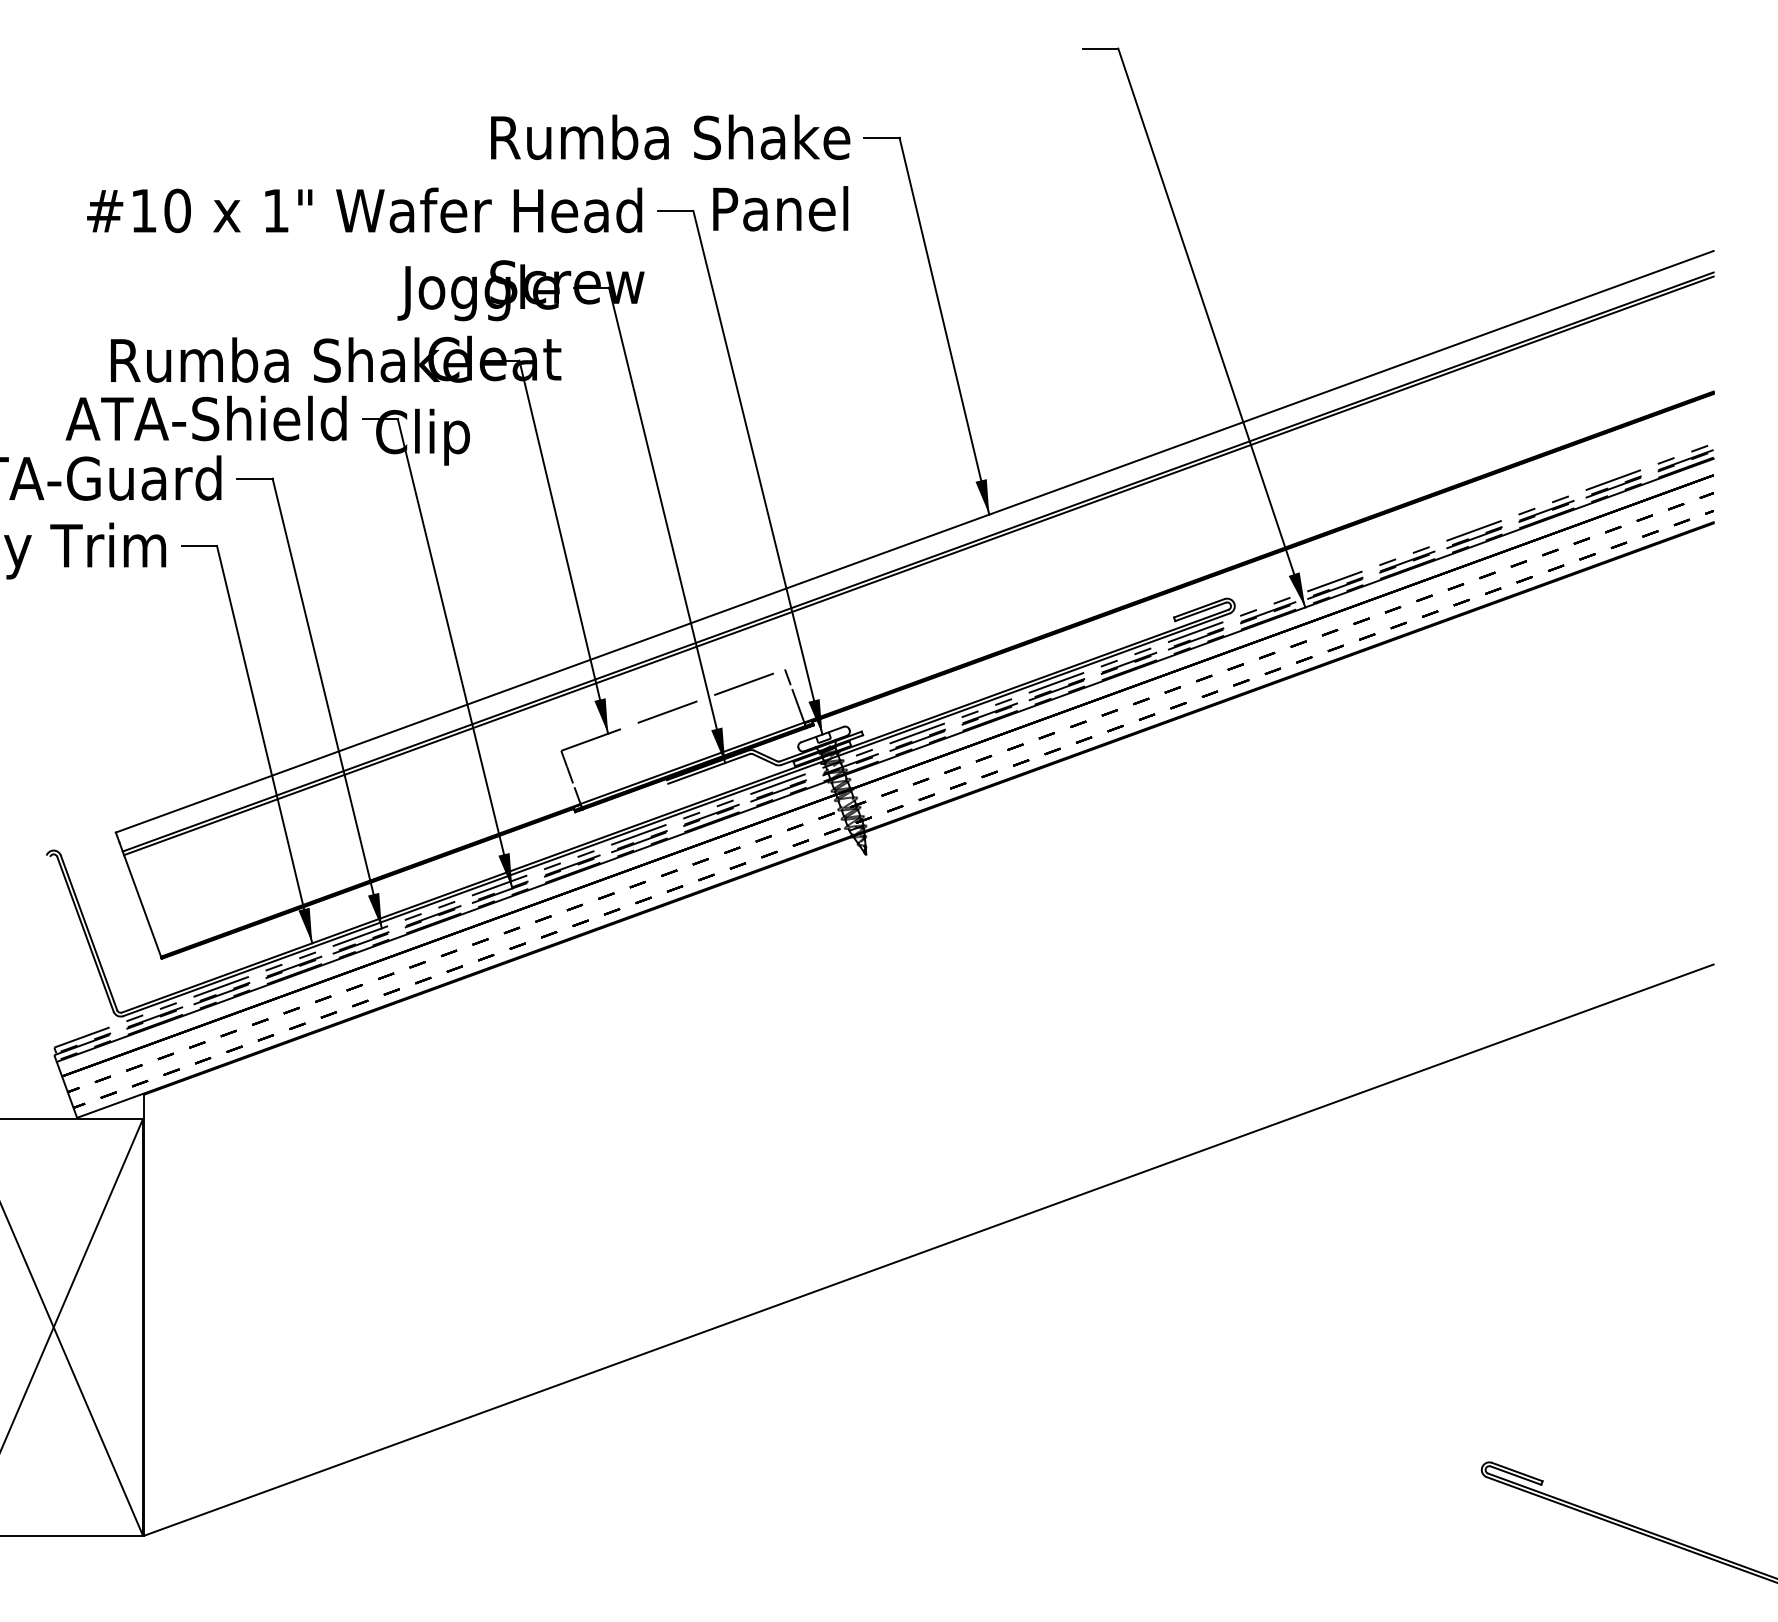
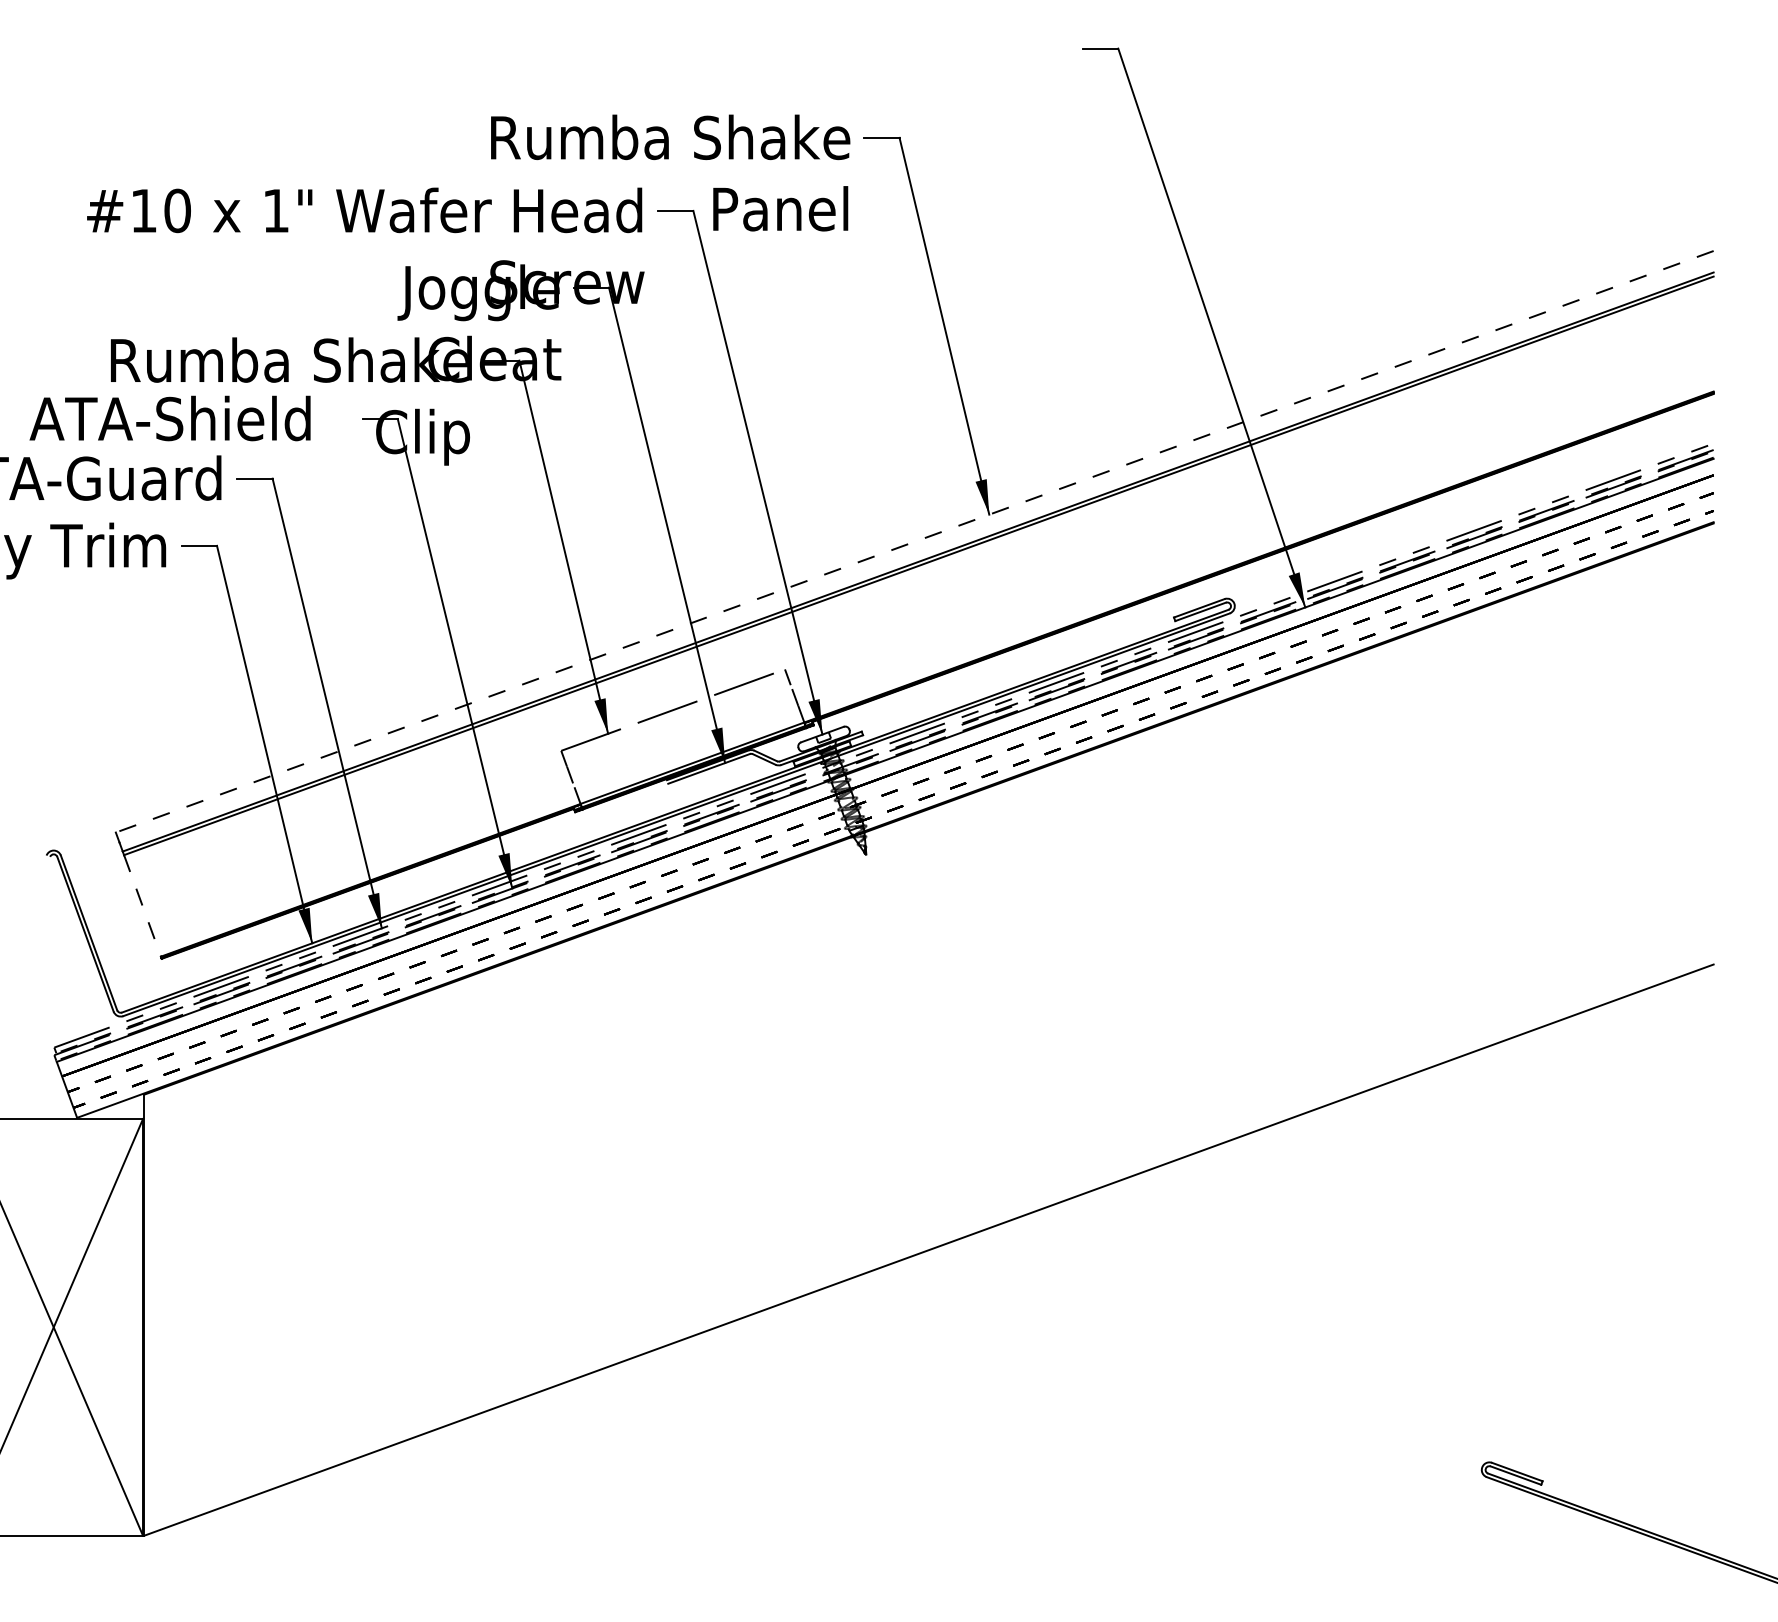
text at (205, 418) position: (205, 418) -> (169, 418)
line at (914, 541): solid -> dashed
line at (142, 905): solid -> dashed
